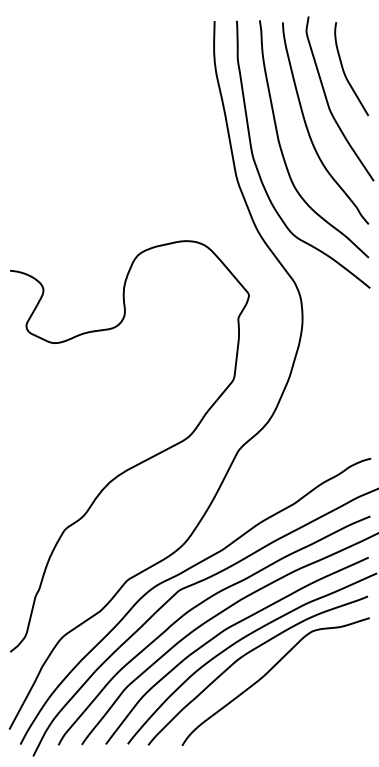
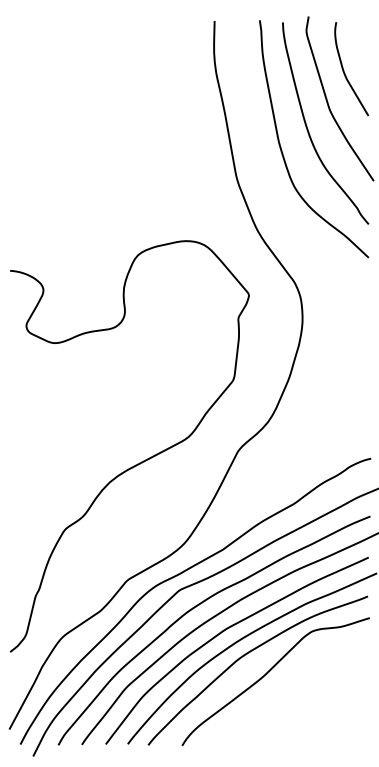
curve at (260, 174): present -> none
